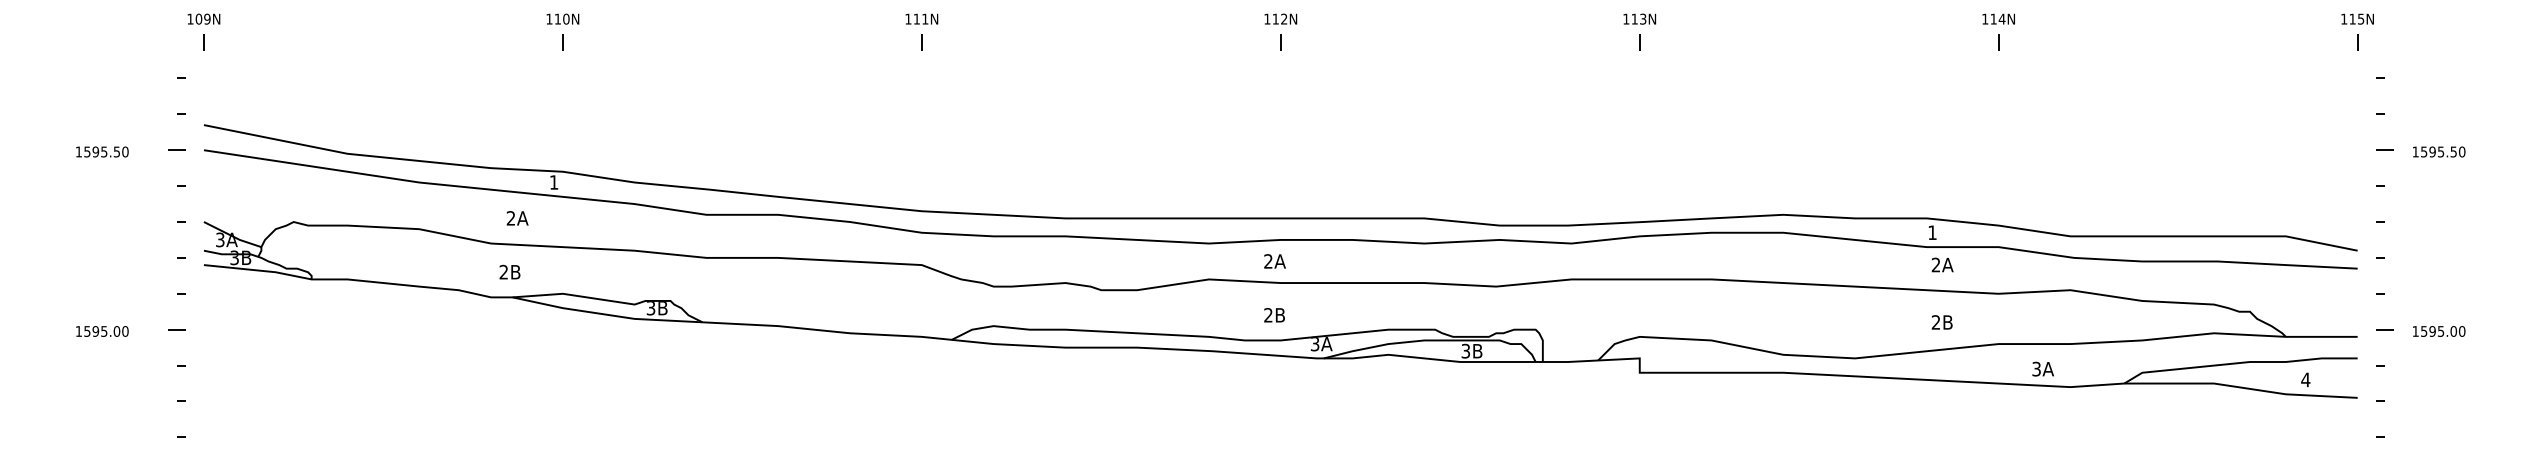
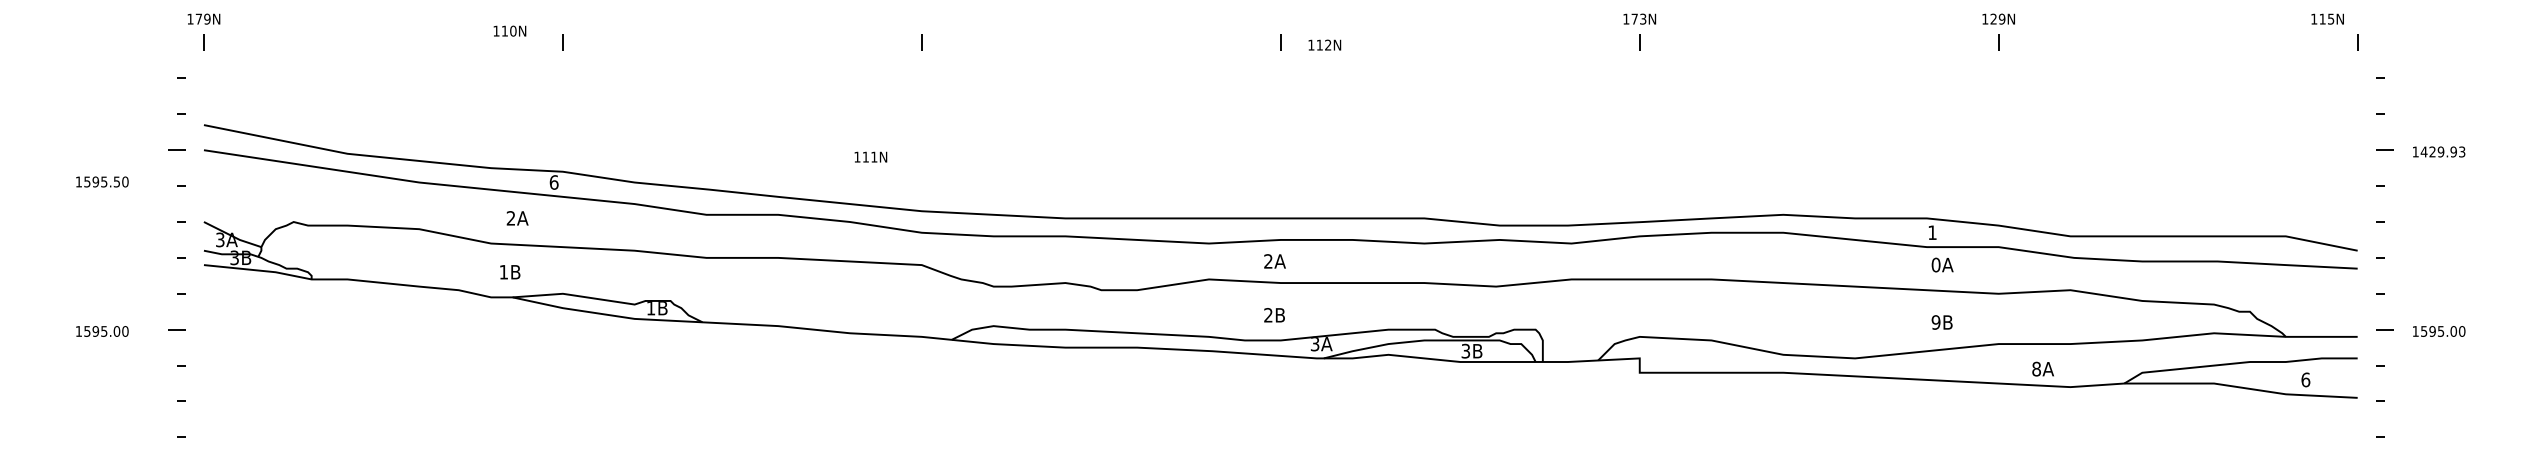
text at (198, 18): 109N -> 179N
text at (562, 18) position: (562, 18) -> (509, 30)
text at (921, 18) position: (921, 18) -> (870, 156)
text at (1280, 18) position: (1280, 18) -> (1324, 44)
text at (1634, 18): 113N -> 173N
text at (1997, 18): 114N -> 129N
text at (2357, 18) position: (2357, 18) -> (2327, 18)
text at (102, 151) position: (102, 151) -> (102, 181)
text at (2442, 151): 1595.50 -> 1429.93
text at (553, 182): 1 -> 6
text at (1935, 264): 2A -> 0A
text at (503, 271): 2B -> 1B
text at (650, 308): 3B -> 1B
text at (1935, 322): 2B -> 9B
text at (2036, 368): 3A -> 8A
text at (2305, 379): 4 -> 6
